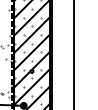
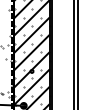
line at (78, 54): none -> present
